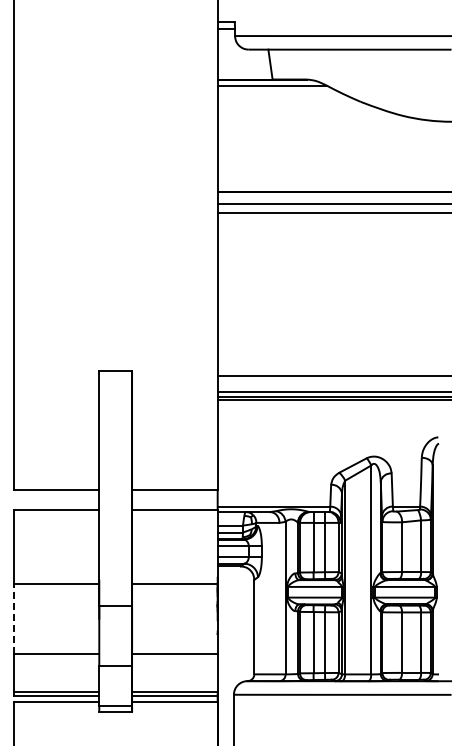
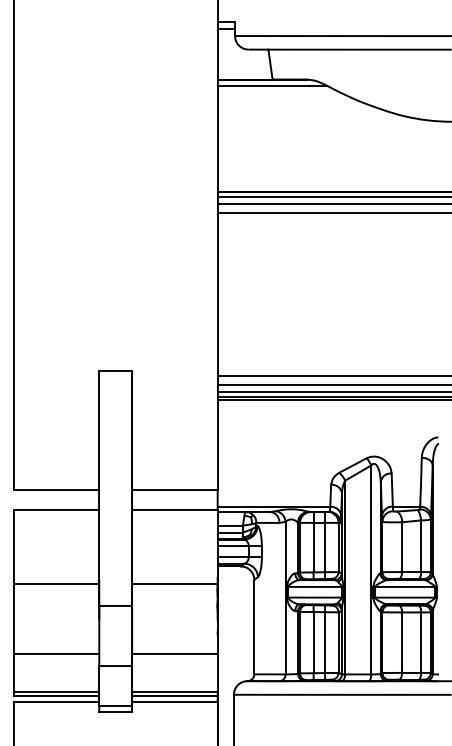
line at (332, 196): none -> present
line at (332, 385): none -> present
line at (13, 618): dashed -> solid
